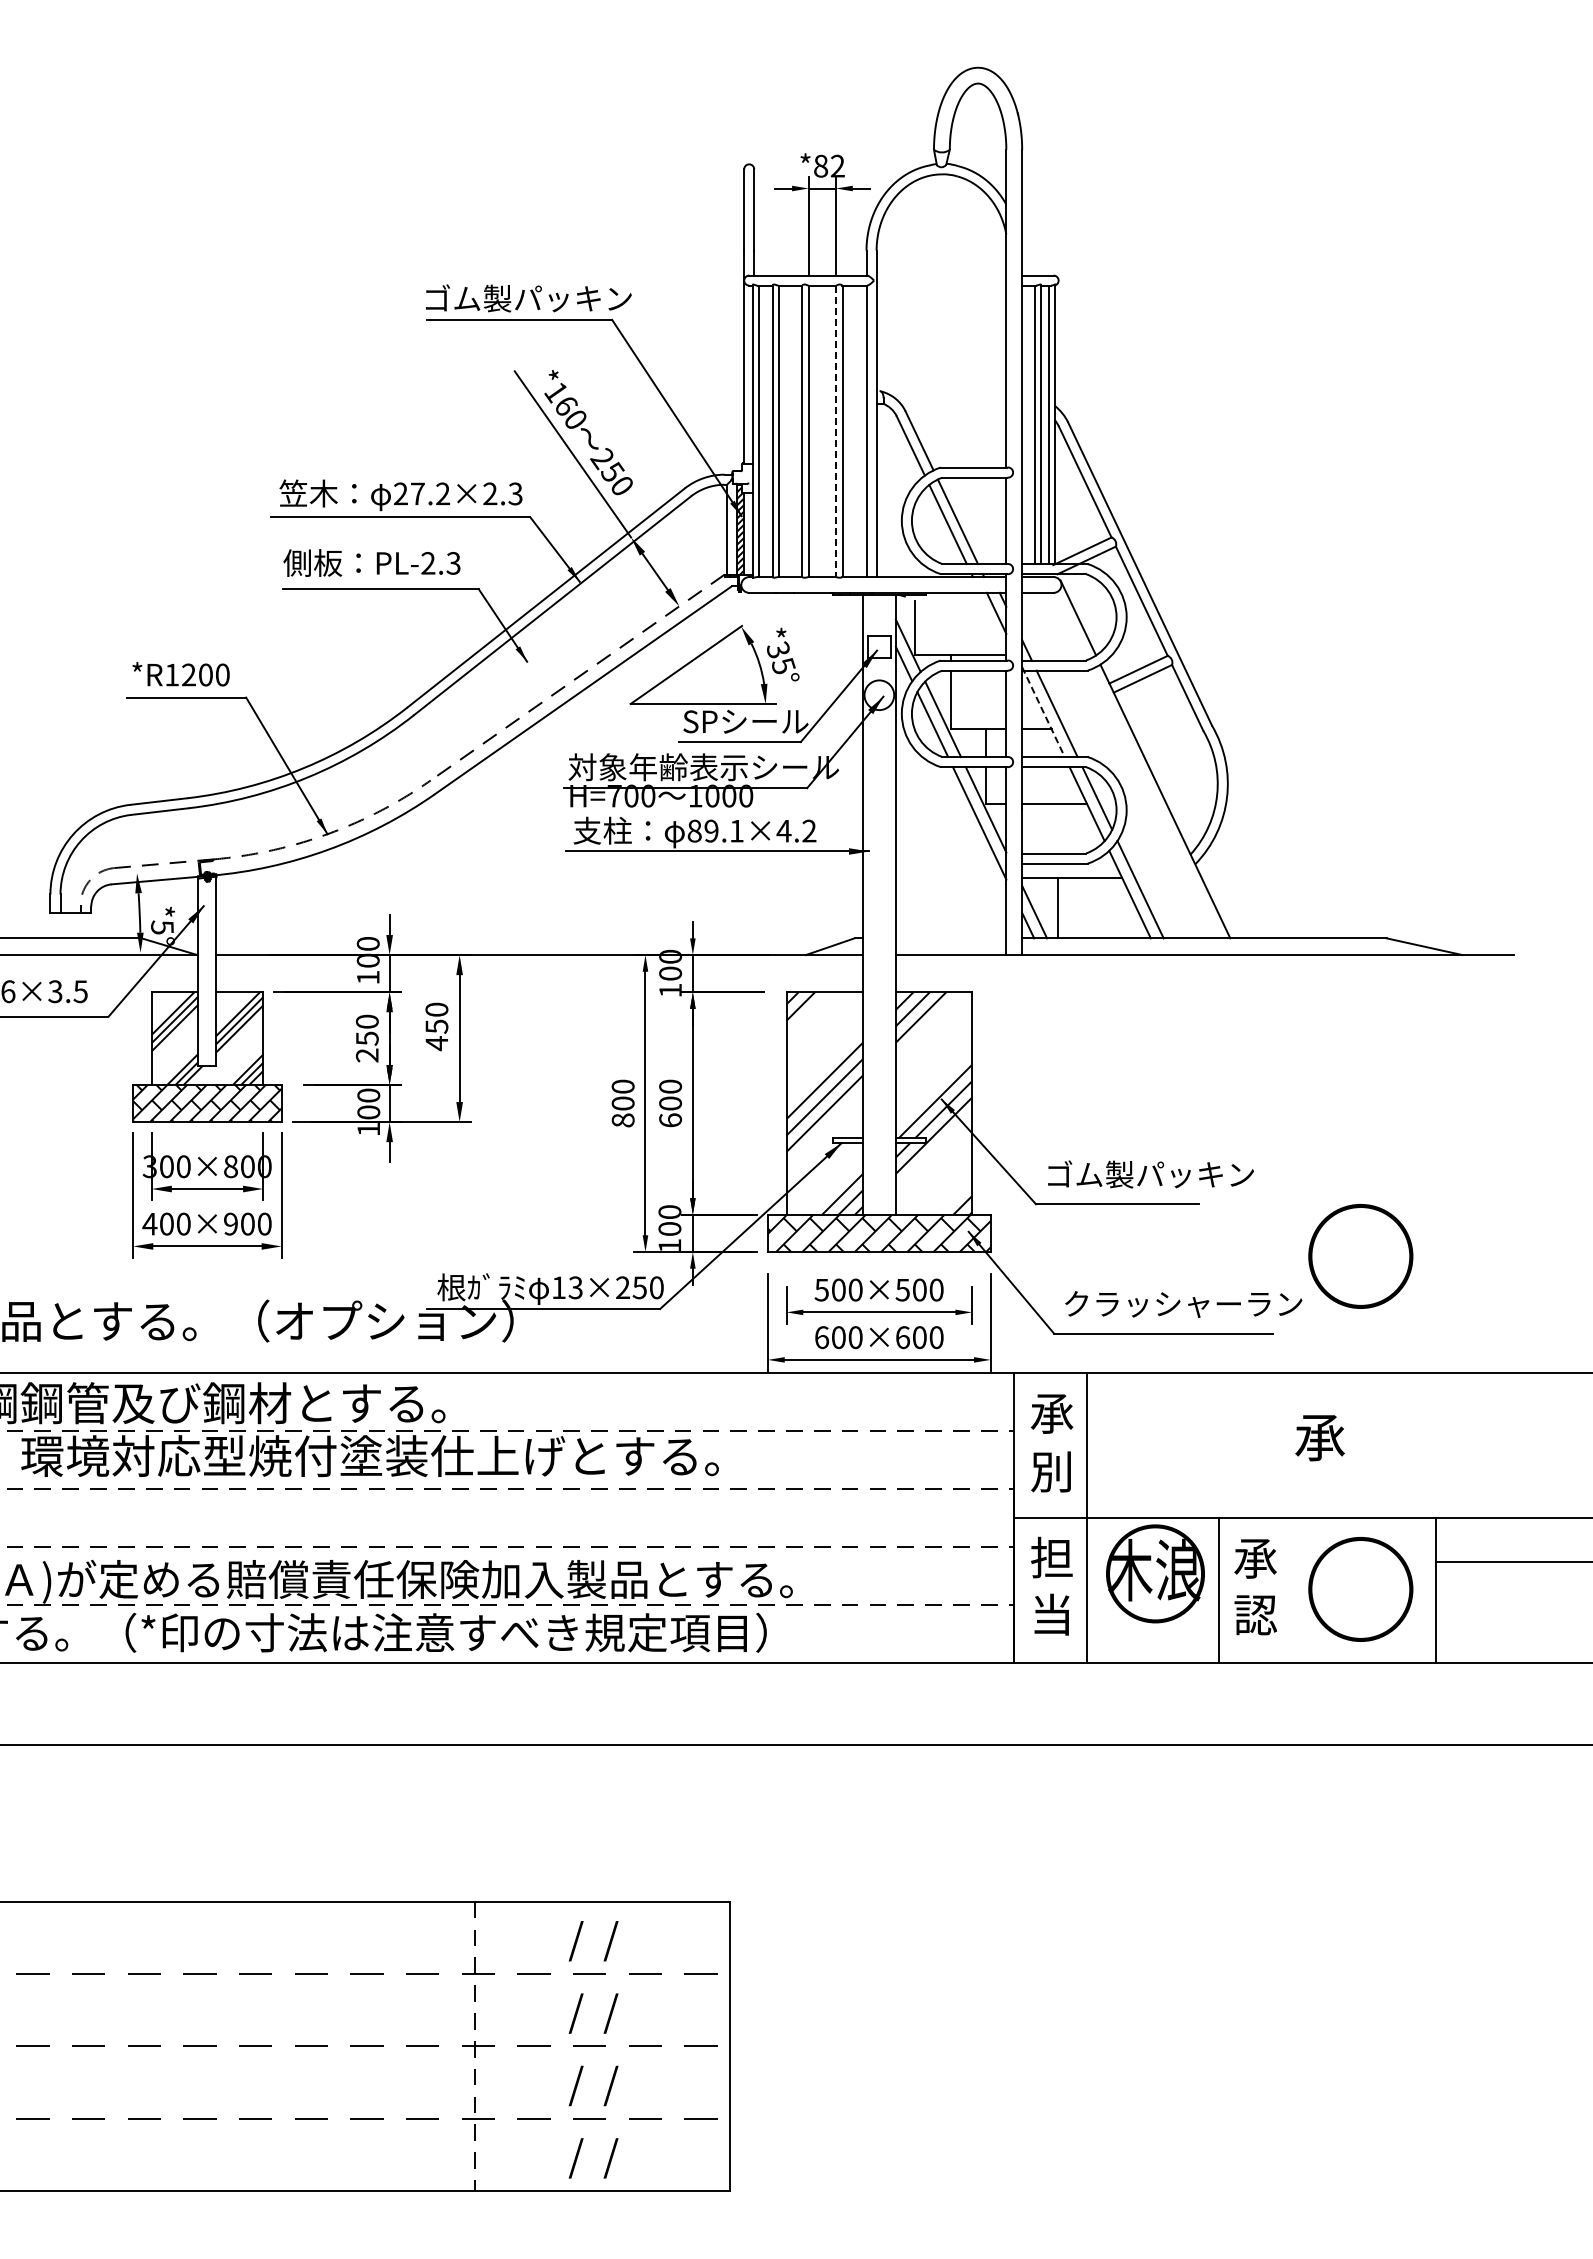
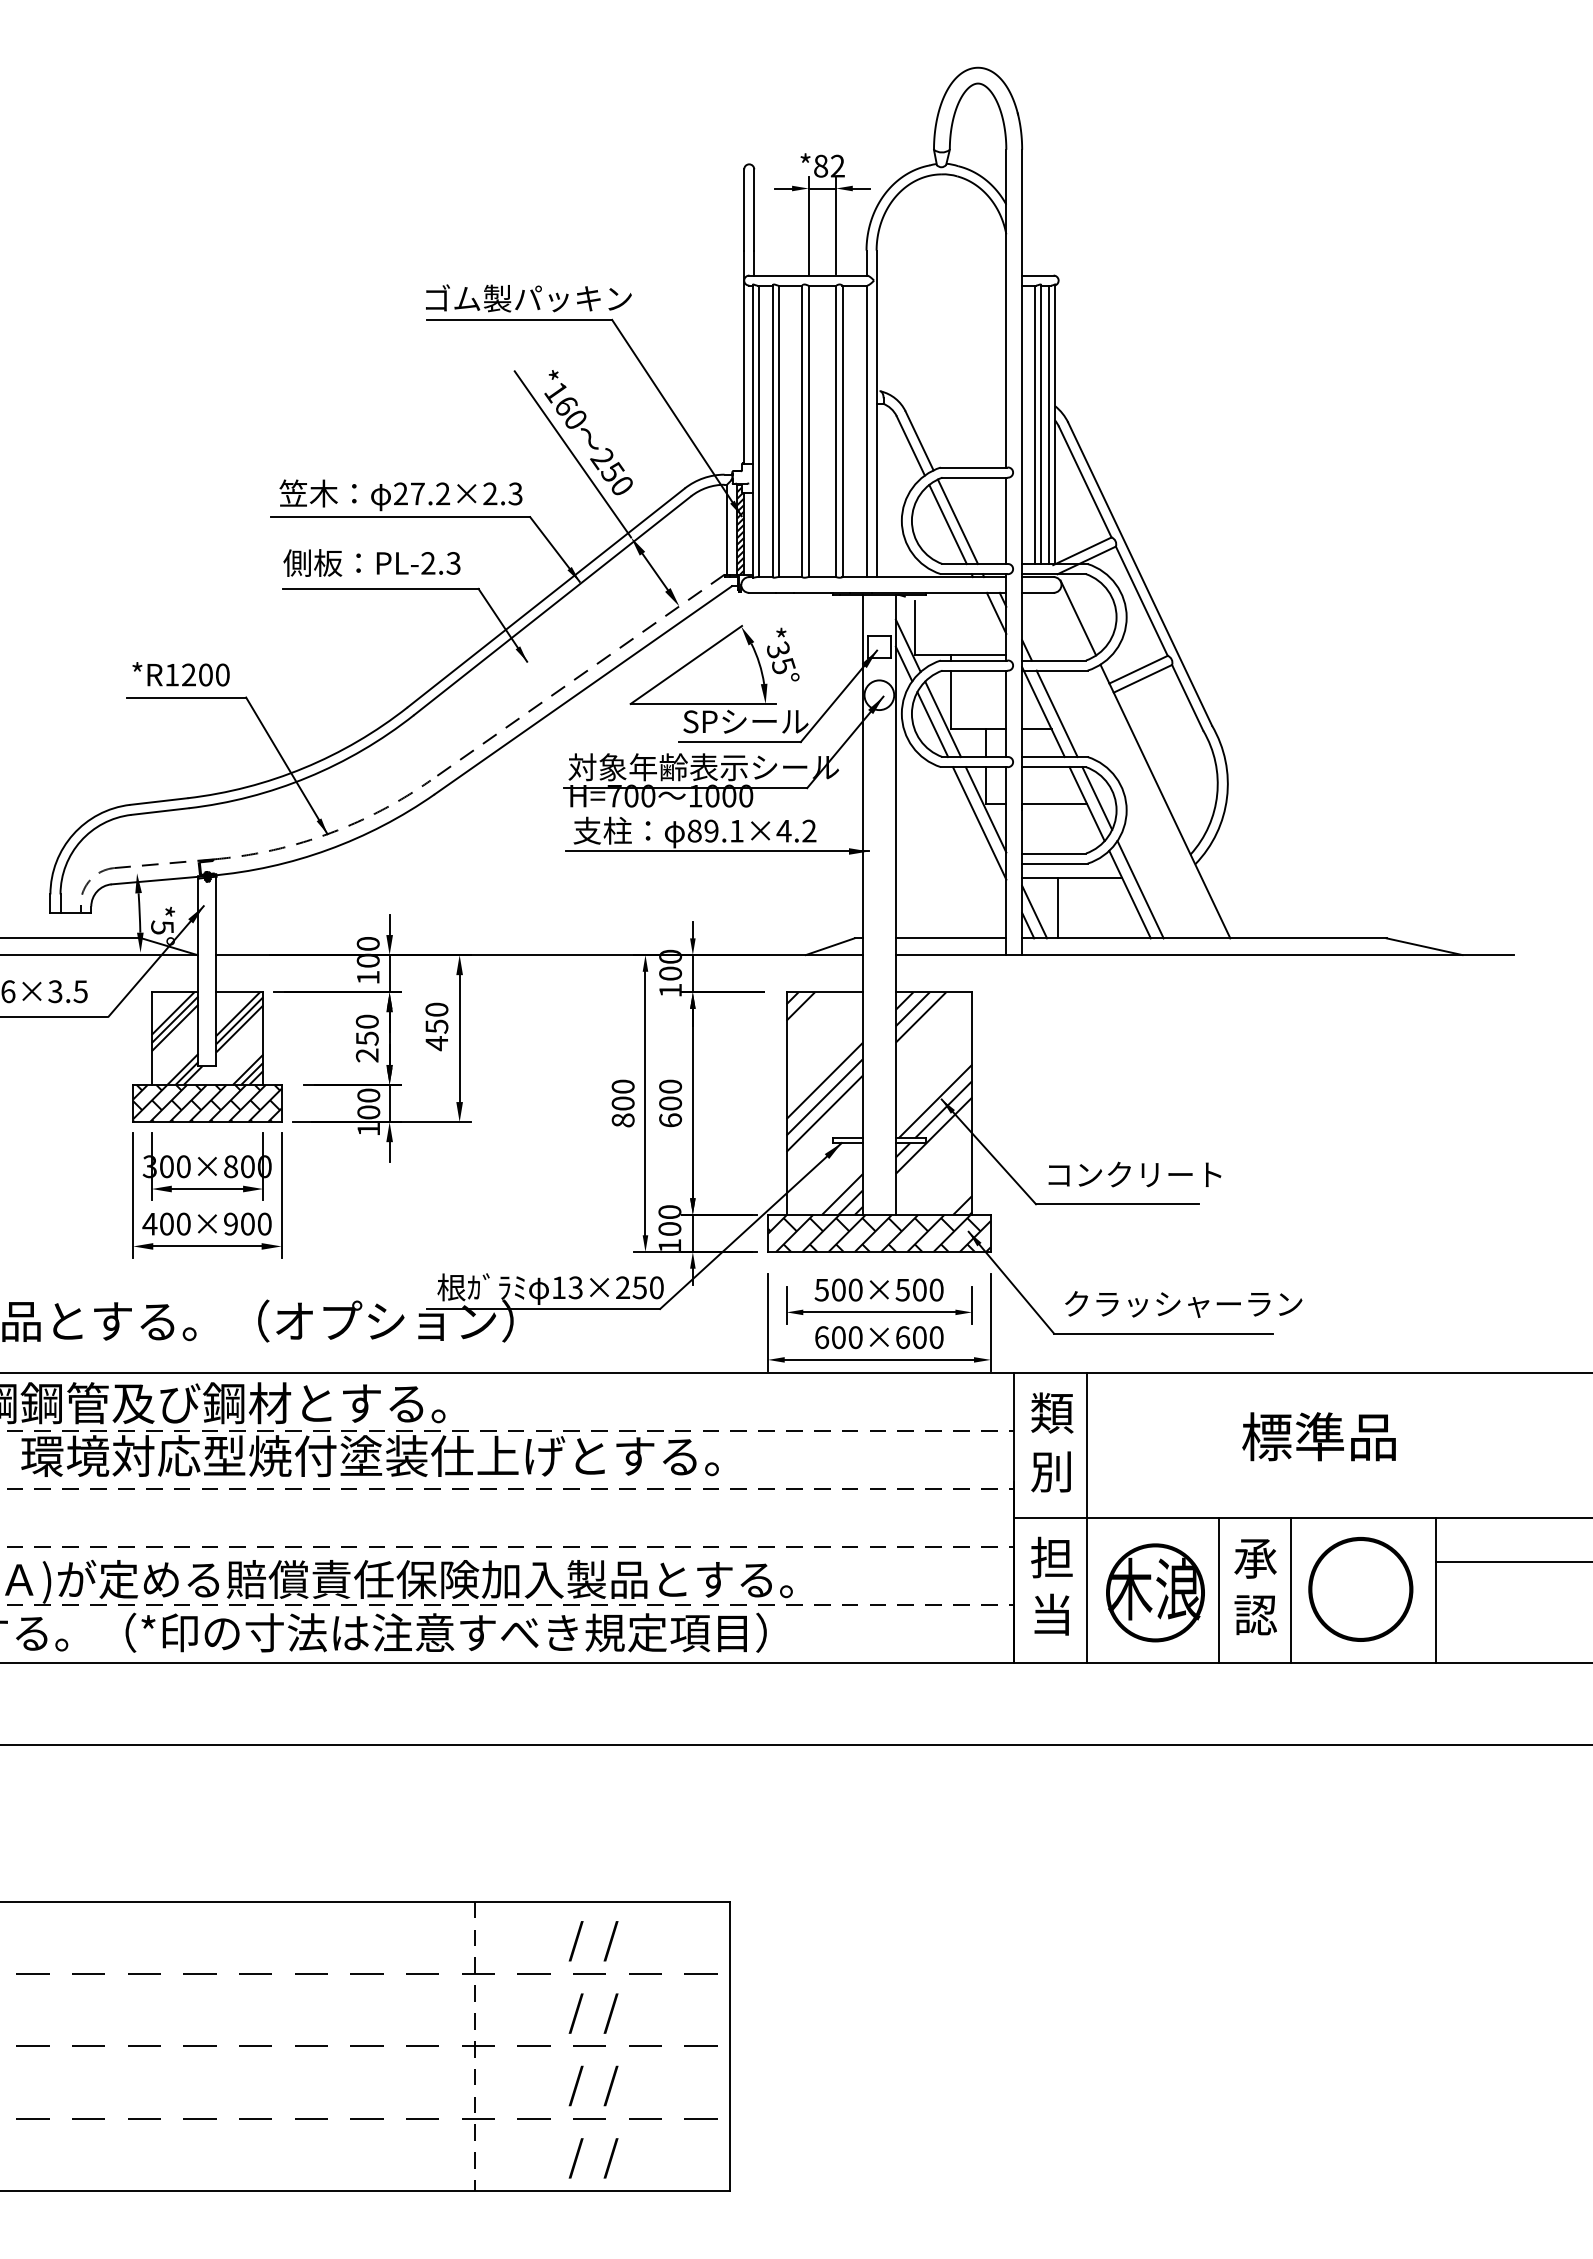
line at (836, 431): dashed -> solid
line at (1043, 712): dashed -> solid
line at (950, 938): none -> present
text at (1150, 1174): ゴム製パッキン -> コンクリート
part at (1360, 1256): present -> none
text at (1051, 1412): 承 -> 類
text at (1318, 1436): 承 -> 標準品
part at (1155, 1573) position: (1155, 1573) -> (1155, 1592)
line at (1291, 1589): none -> present
